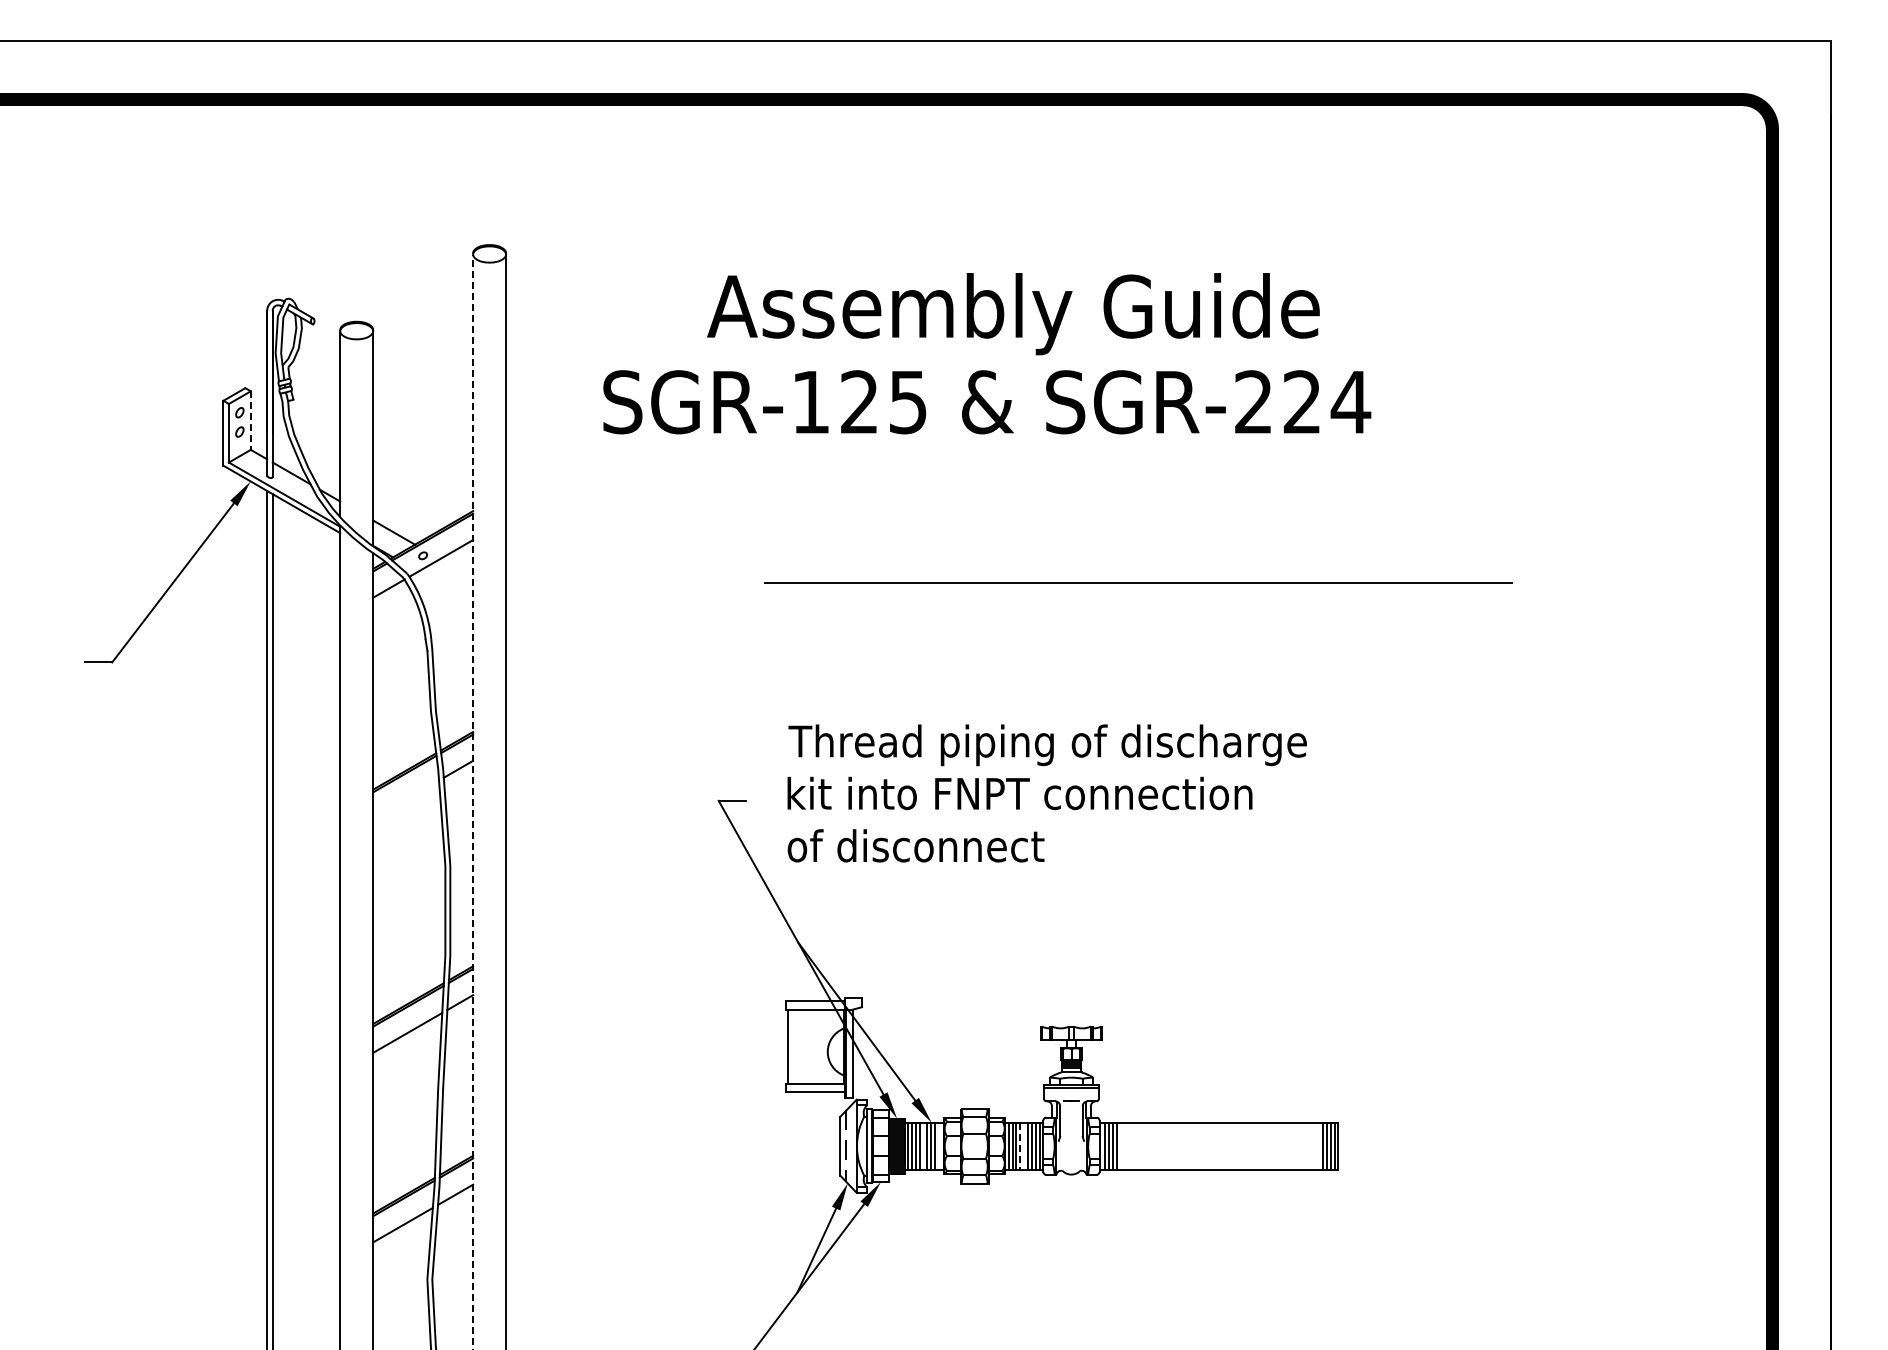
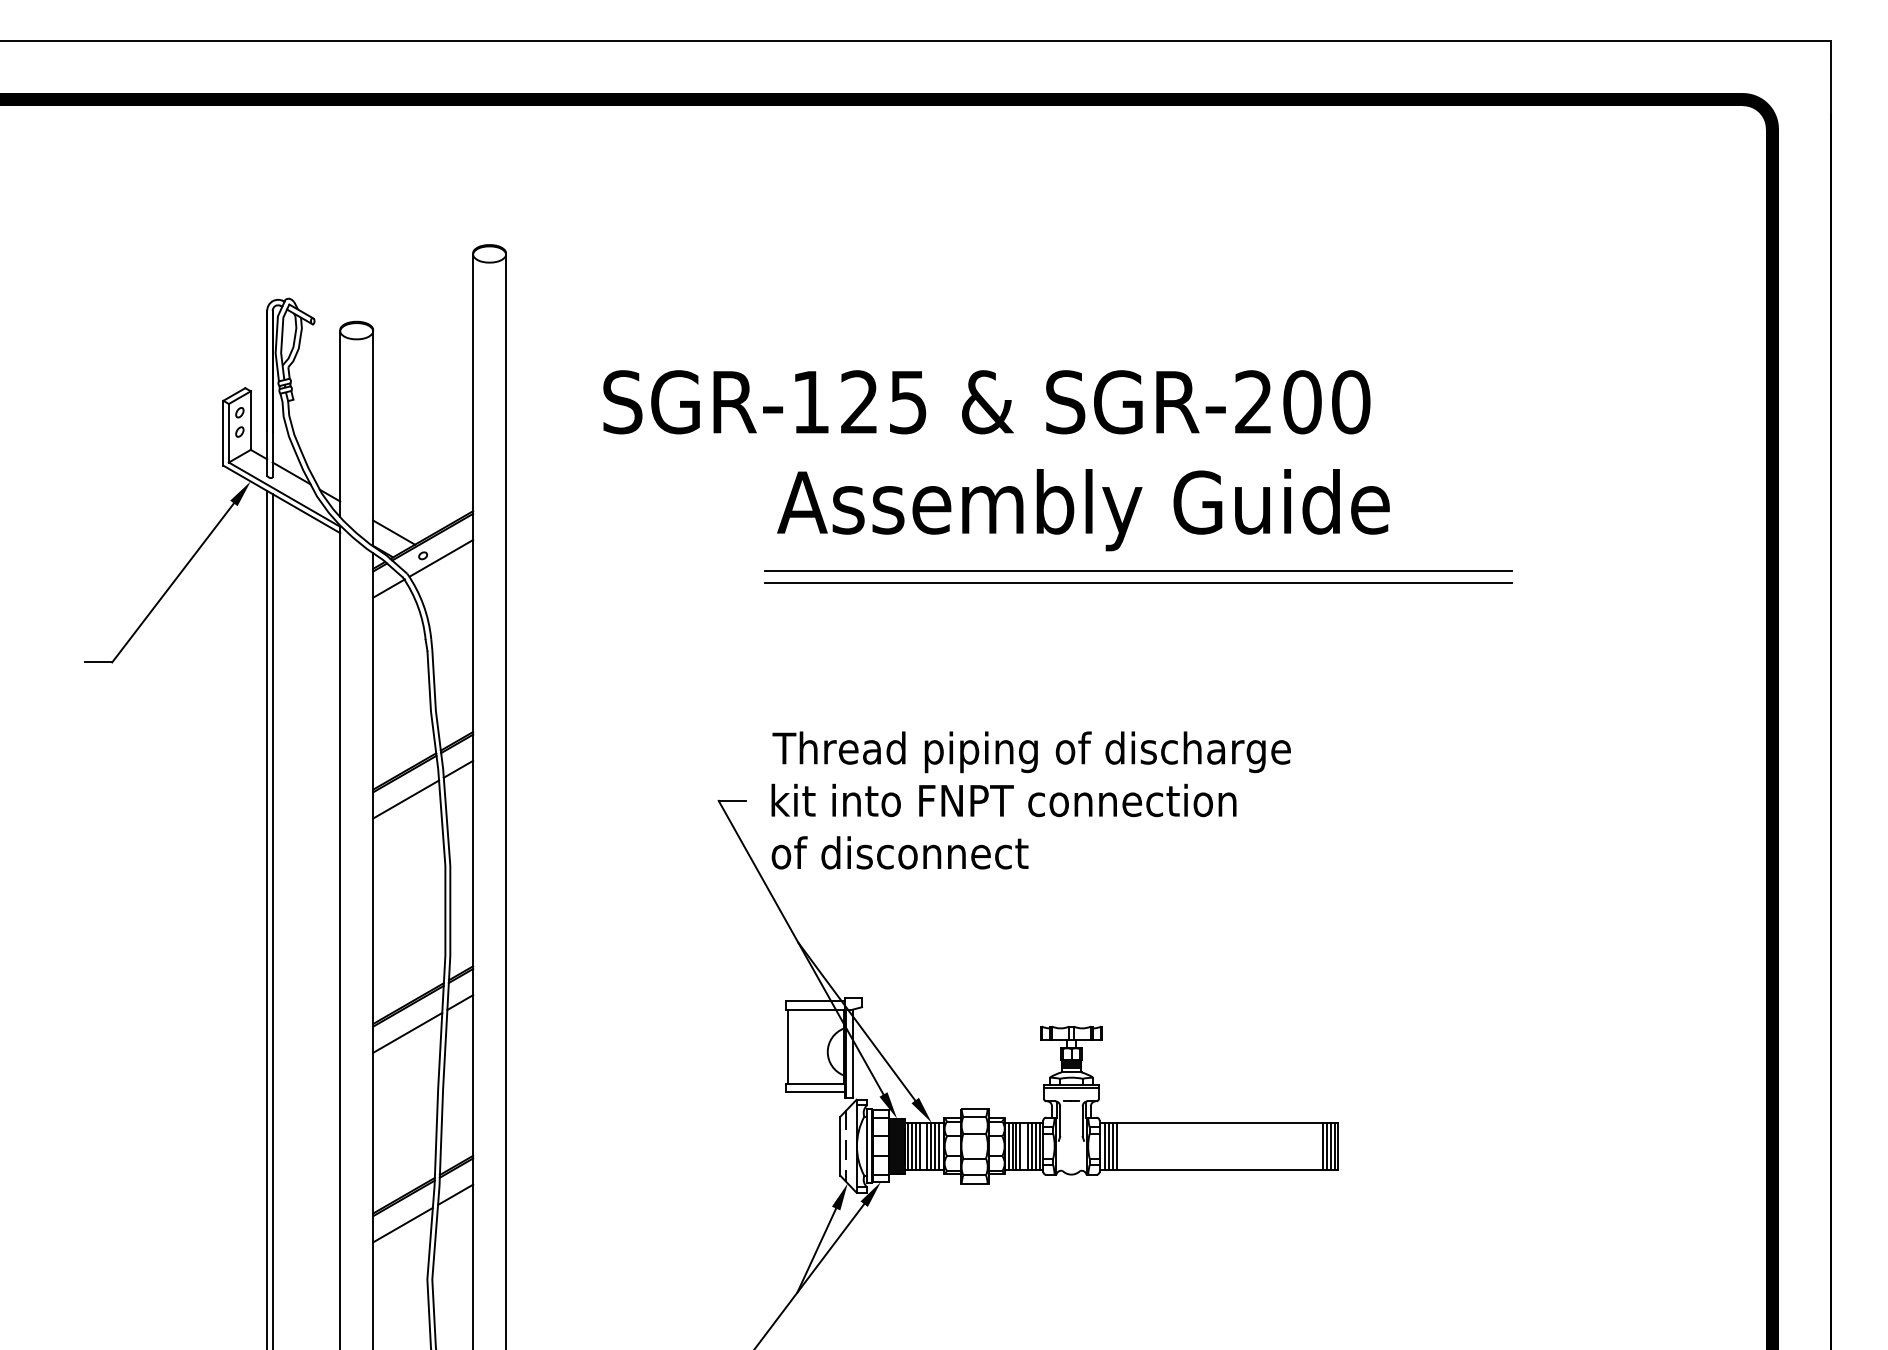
text at (1013, 314) position: (1013, 314) -> (1083, 510)
text at (1327, 402): SGR-224 -> SGR-200
line at (250, 421): dashed -> solid
line at (1137, 571): none -> present
text at (1046, 793) position: (1046, 793) -> (1030, 800)
line at (406, 799): none -> present
line at (473, 802): dashed -> solid
line at (939, 1145): none -> present
line at (1020, 1146): dashed -> solid
